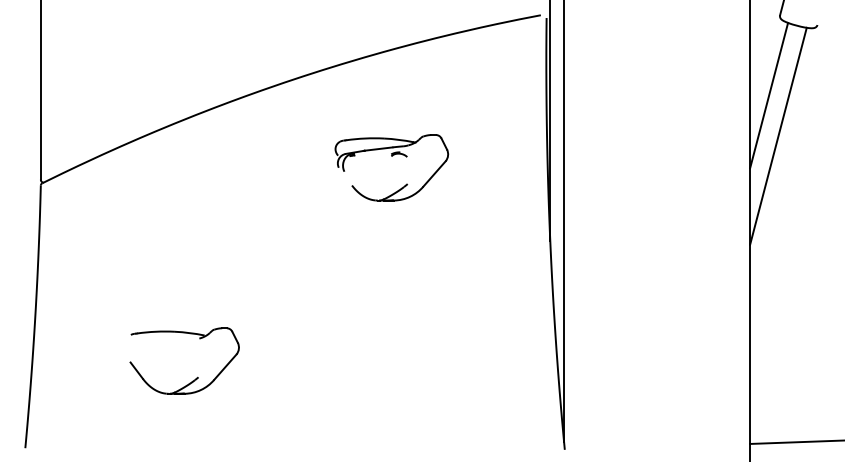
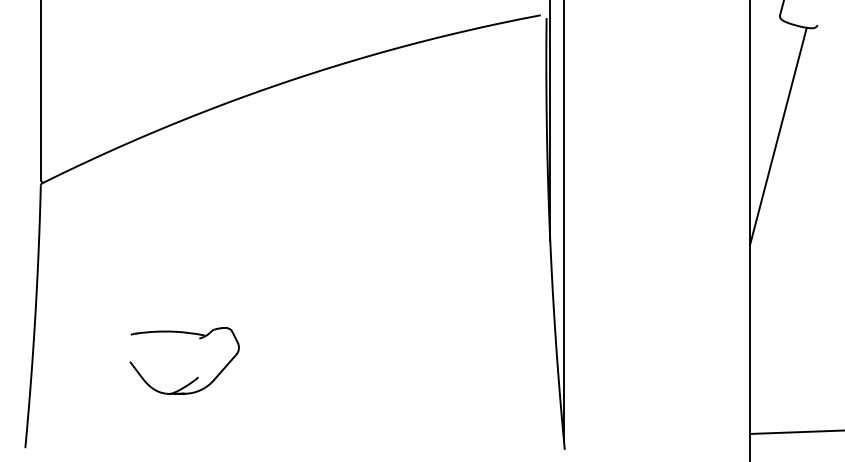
line at (769, 95): present -> none
part at (391, 156): present -> none
line at (795, 441) position: (795, 441) -> (795, 431)
